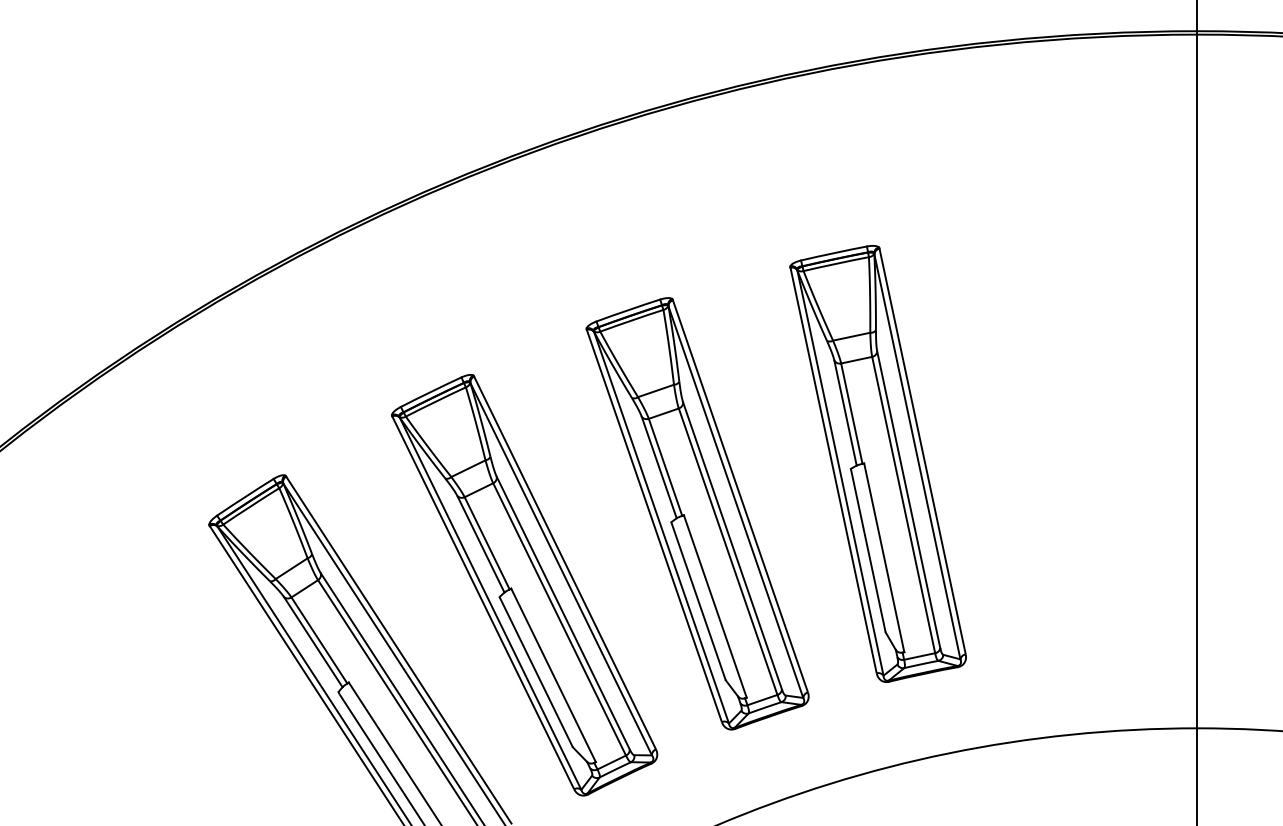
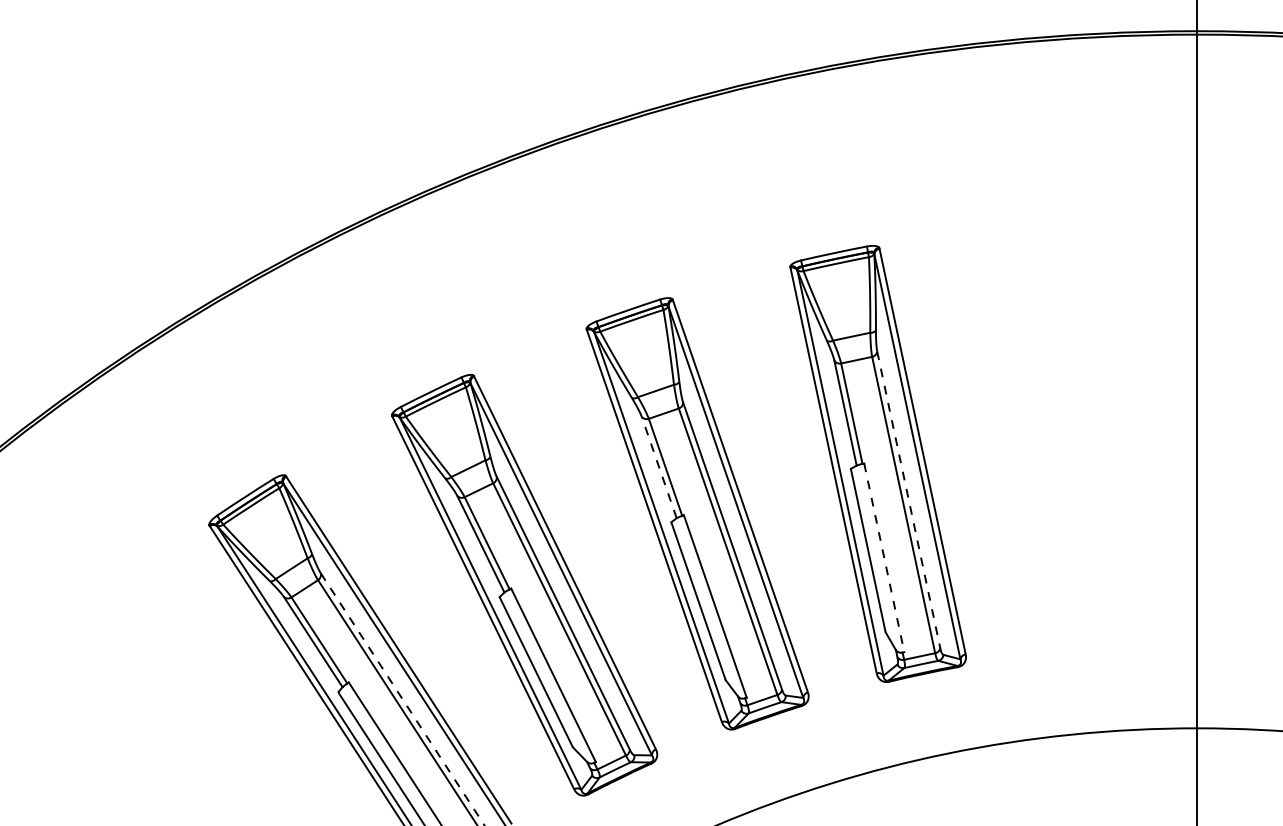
line at (659, 467): solid -> dashed
line at (908, 499): solid -> dashed
line at (884, 558): solid -> dashed
line at (402, 699): solid -> dashed
